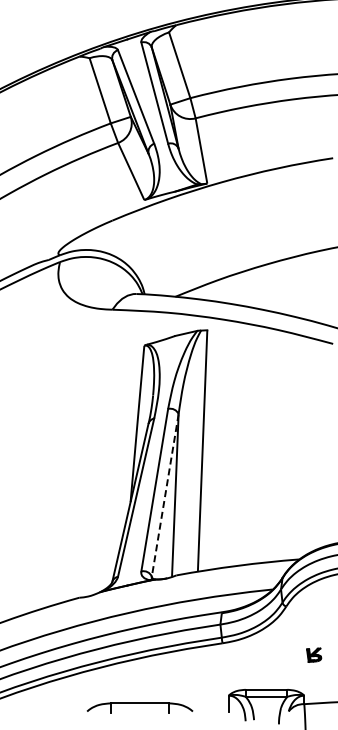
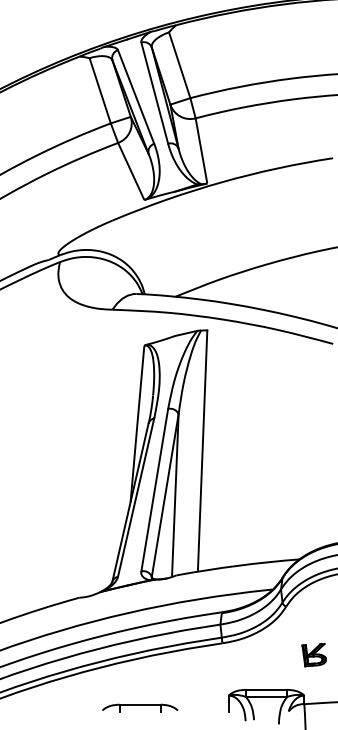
line at (165, 495): dashed -> solid
part at (314, 654) size: 17x16 px -> 26x25 px
part at (139, 707) size: 108x12 px -> 77x10 px
